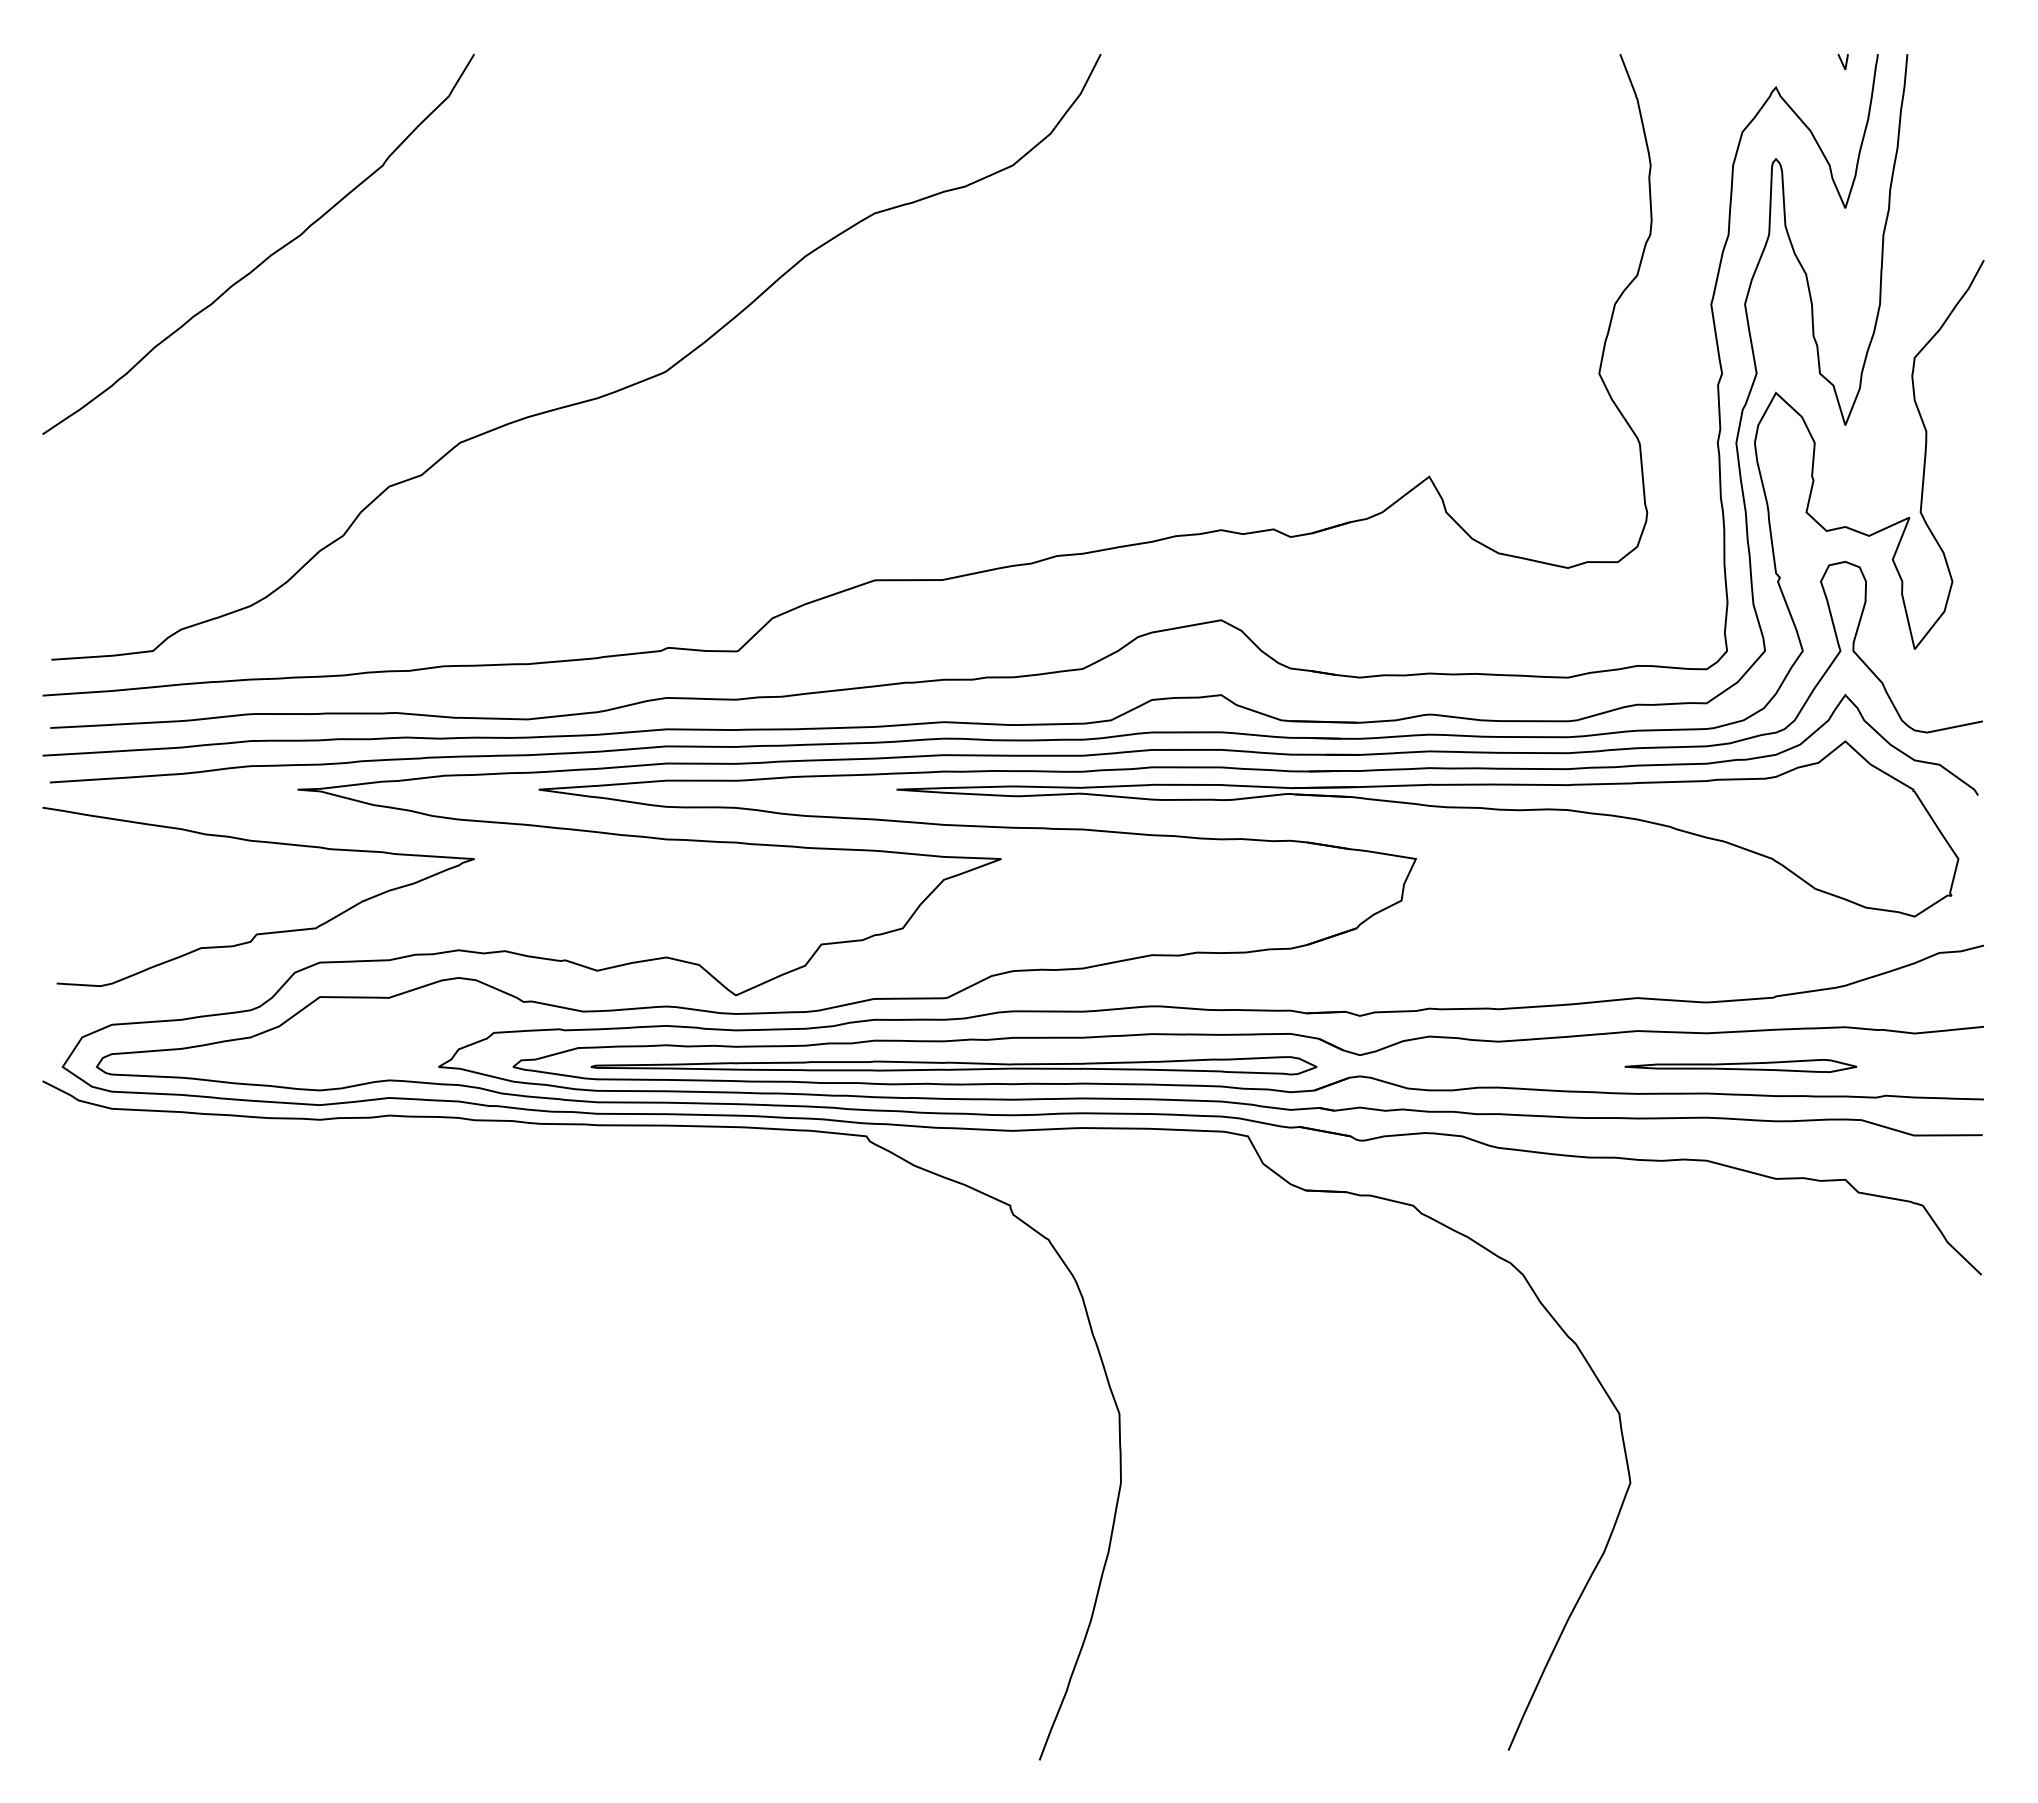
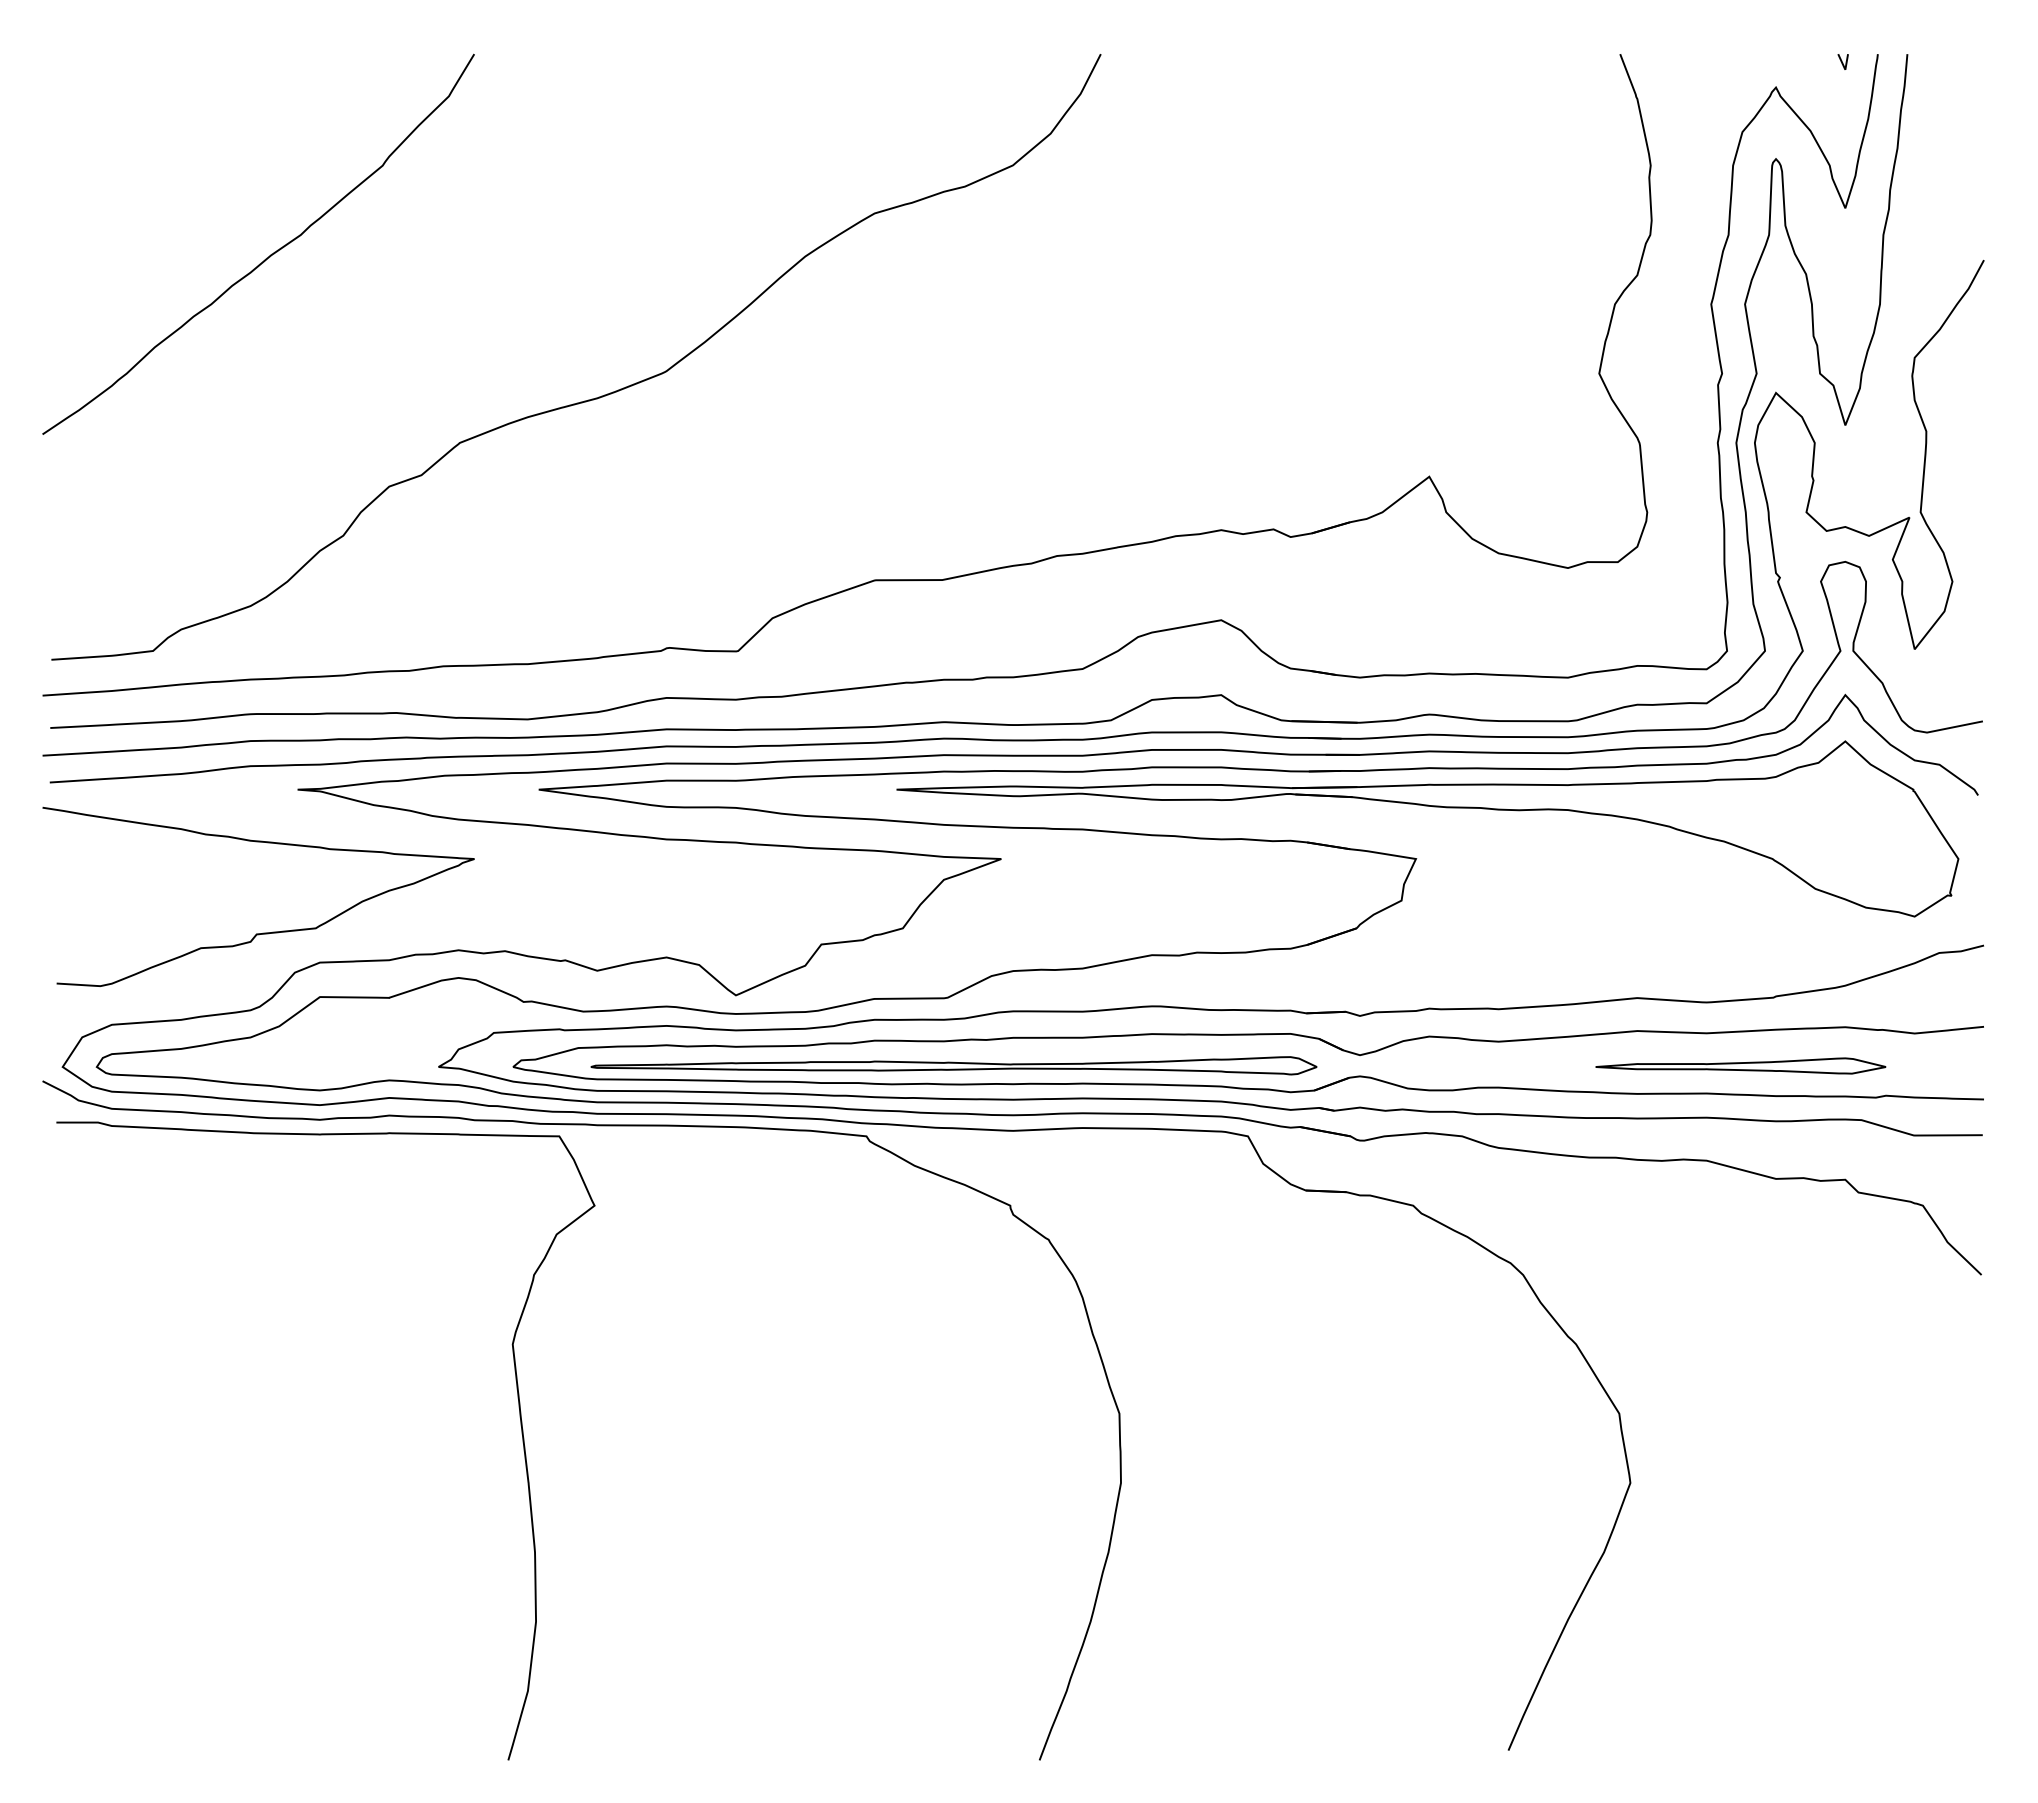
part at (1740, 1065) size: 234x14 px -> 292x18 px
curve at (519, 1417): none -> present
